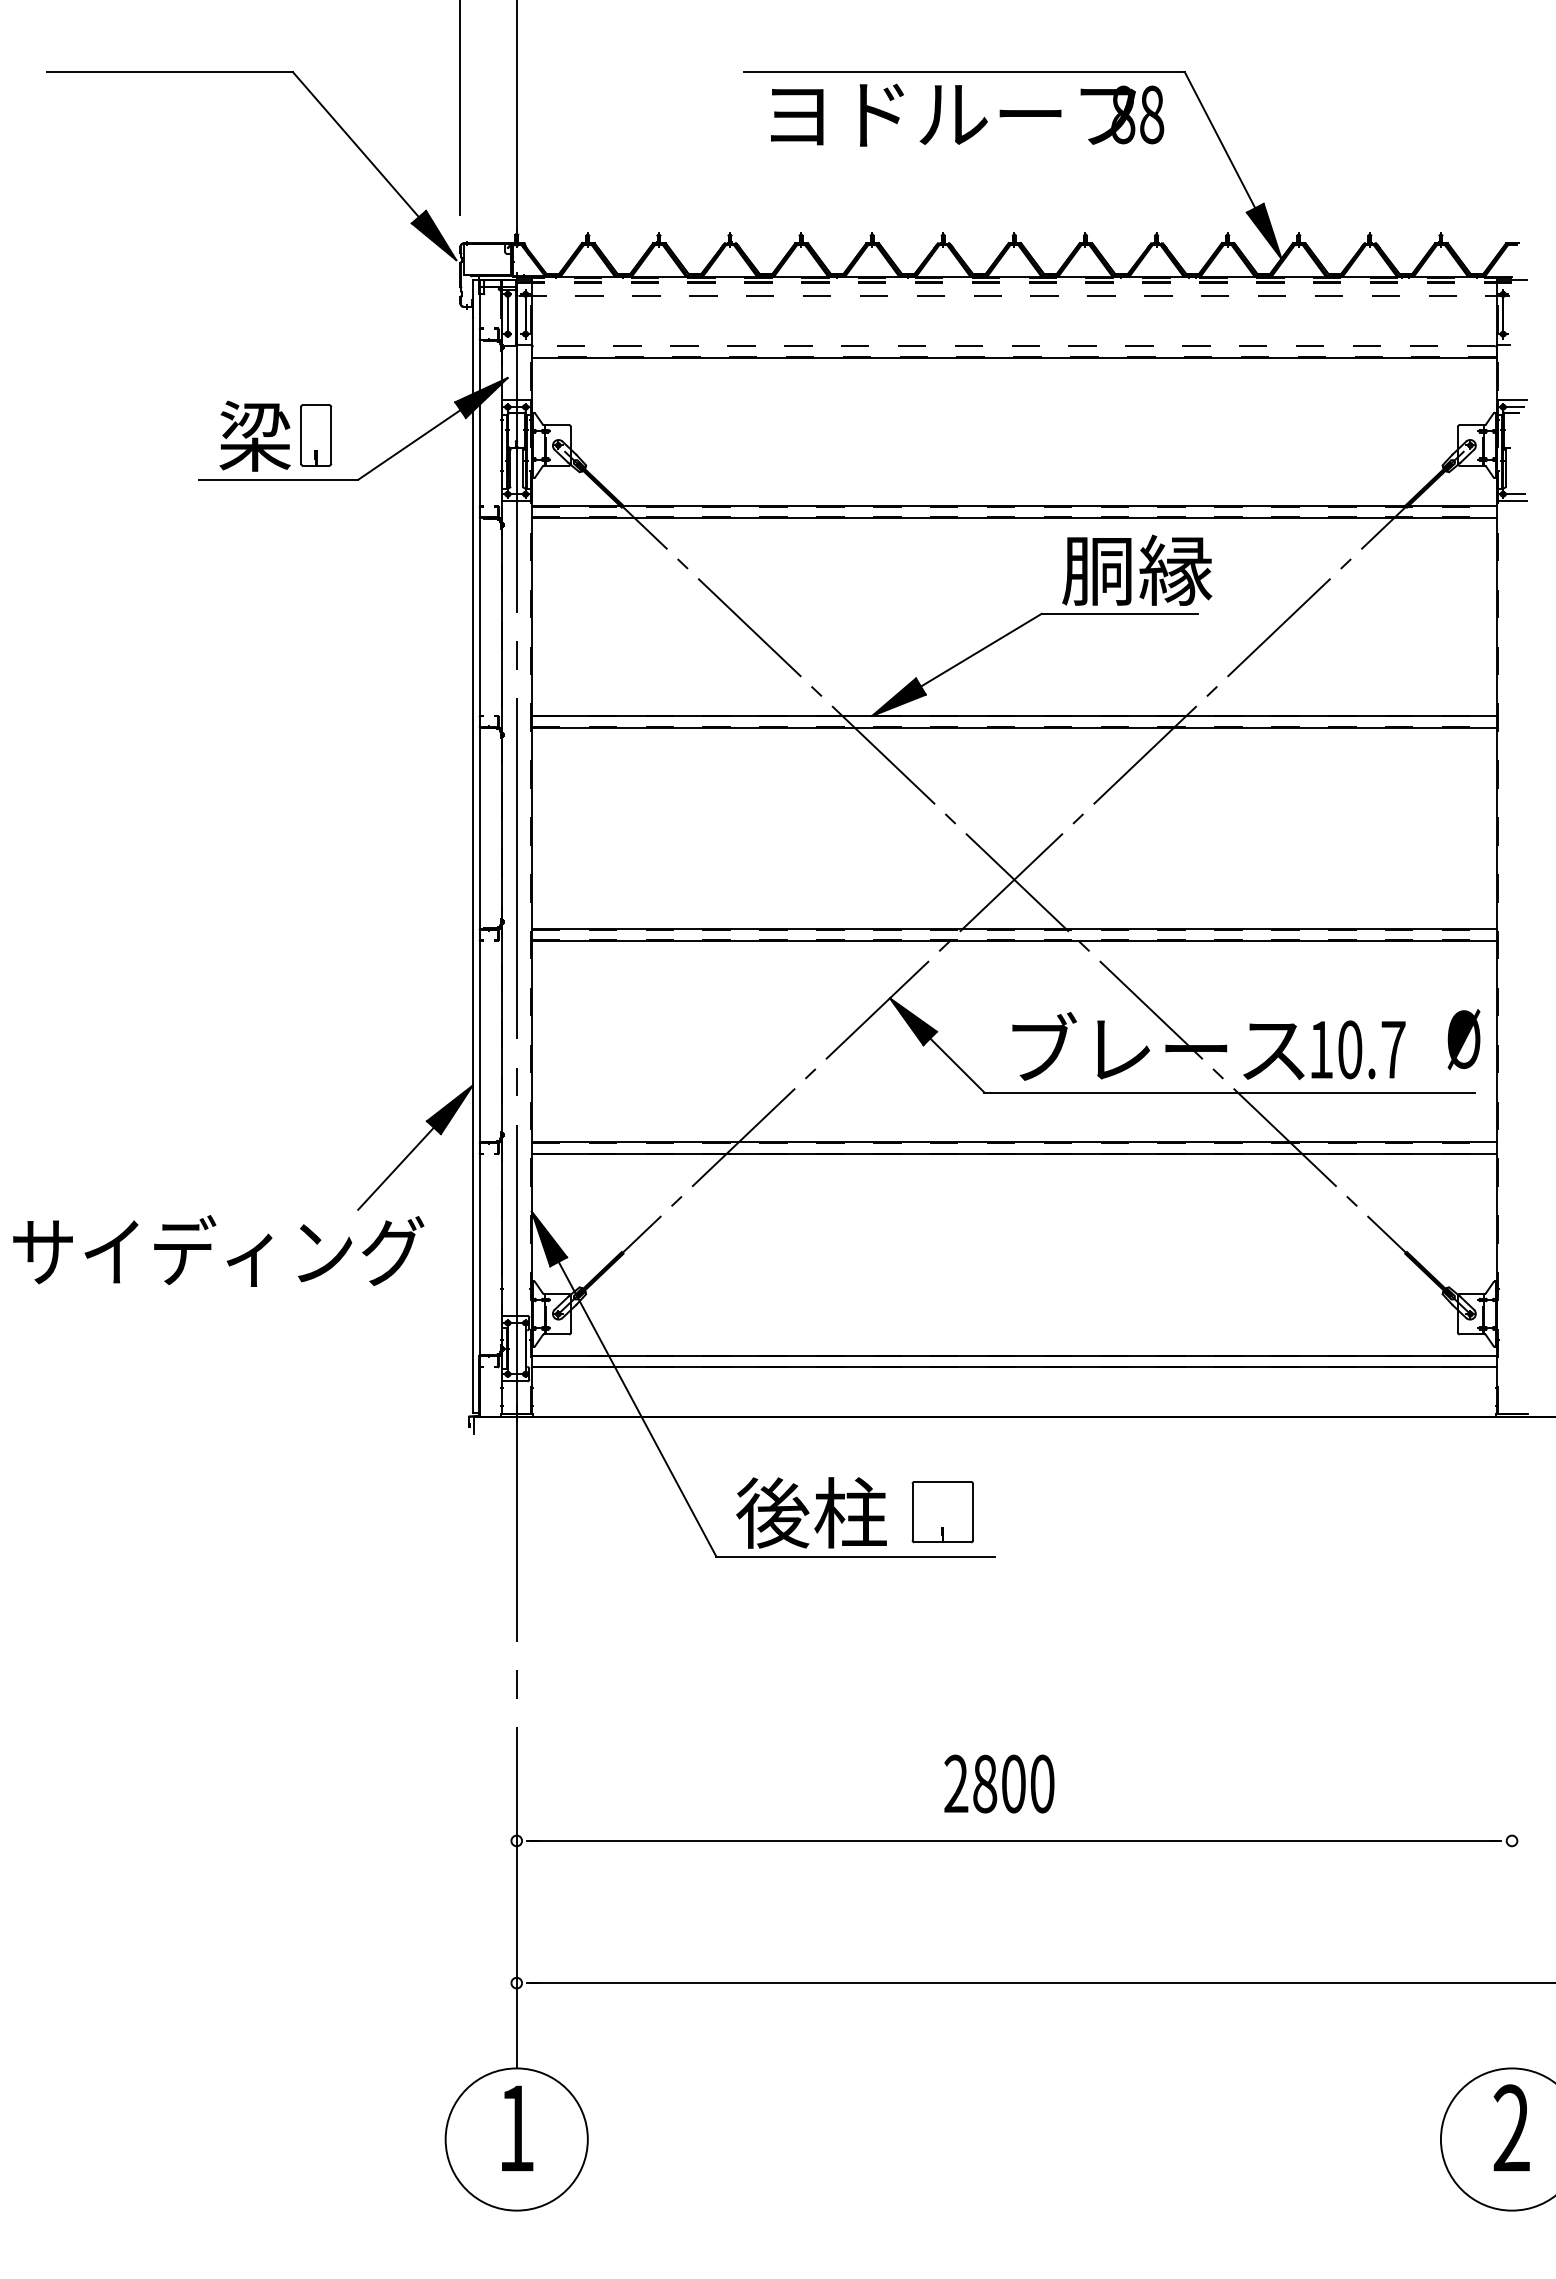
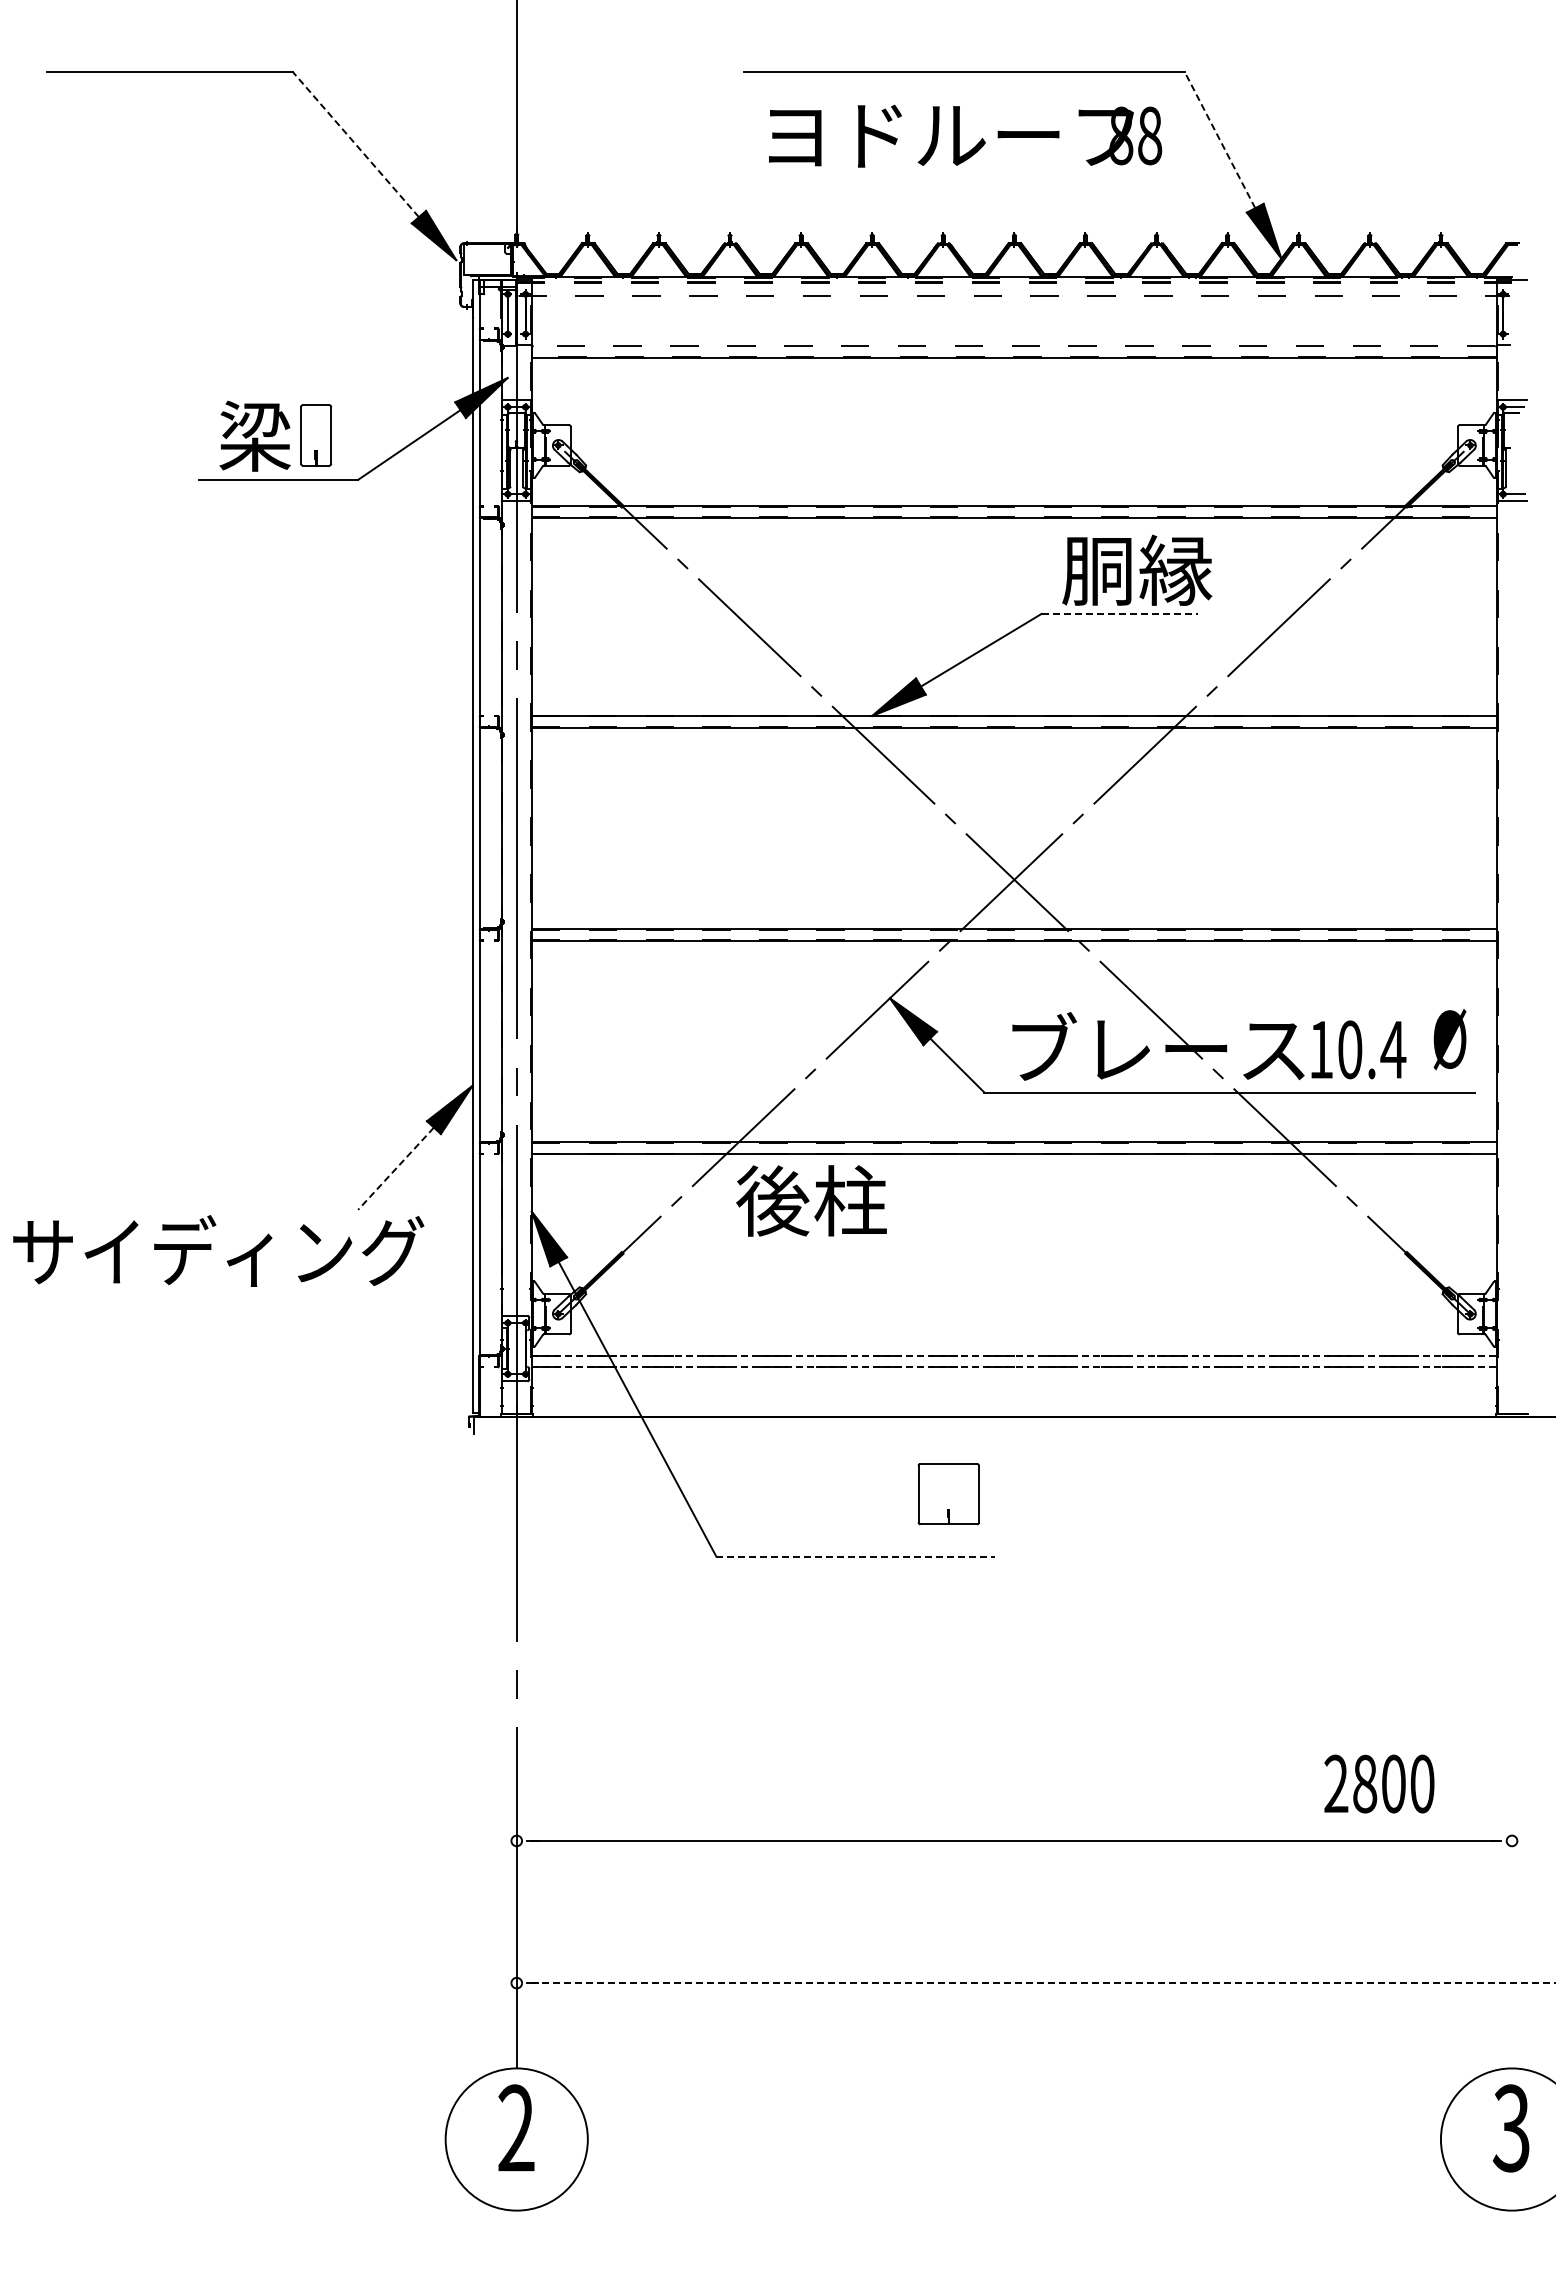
line at (459, 108): present -> none
text at (967, 114) position: (967, 114) -> (965, 135)
line at (1220, 140): solid -> dashed
line at (356, 144): solid -> dashed
line at (1119, 613): solid -> dashed
text at (1463, 1039) position: (1463, 1039) -> (1449, 1039)
text at (1393, 1049): 10.7 -> 10.4
line at (396, 1168): solid -> dashed
line at (1014, 1355): solid -> dashed
line at (1014, 1367): solid -> dashed
text at (811, 1512) position: (811, 1512) -> (811, 1200)
part at (942, 1512) position: (942, 1512) -> (948, 1494)
line at (856, 1556): solid -> dashed
text at (999, 1783) position: (999, 1783) -> (1379, 1783)
line at (1043, 1983): solid -> dashed
text at (516, 2127): 1 -> 2
text at (1510, 2128): 2 -> 3
